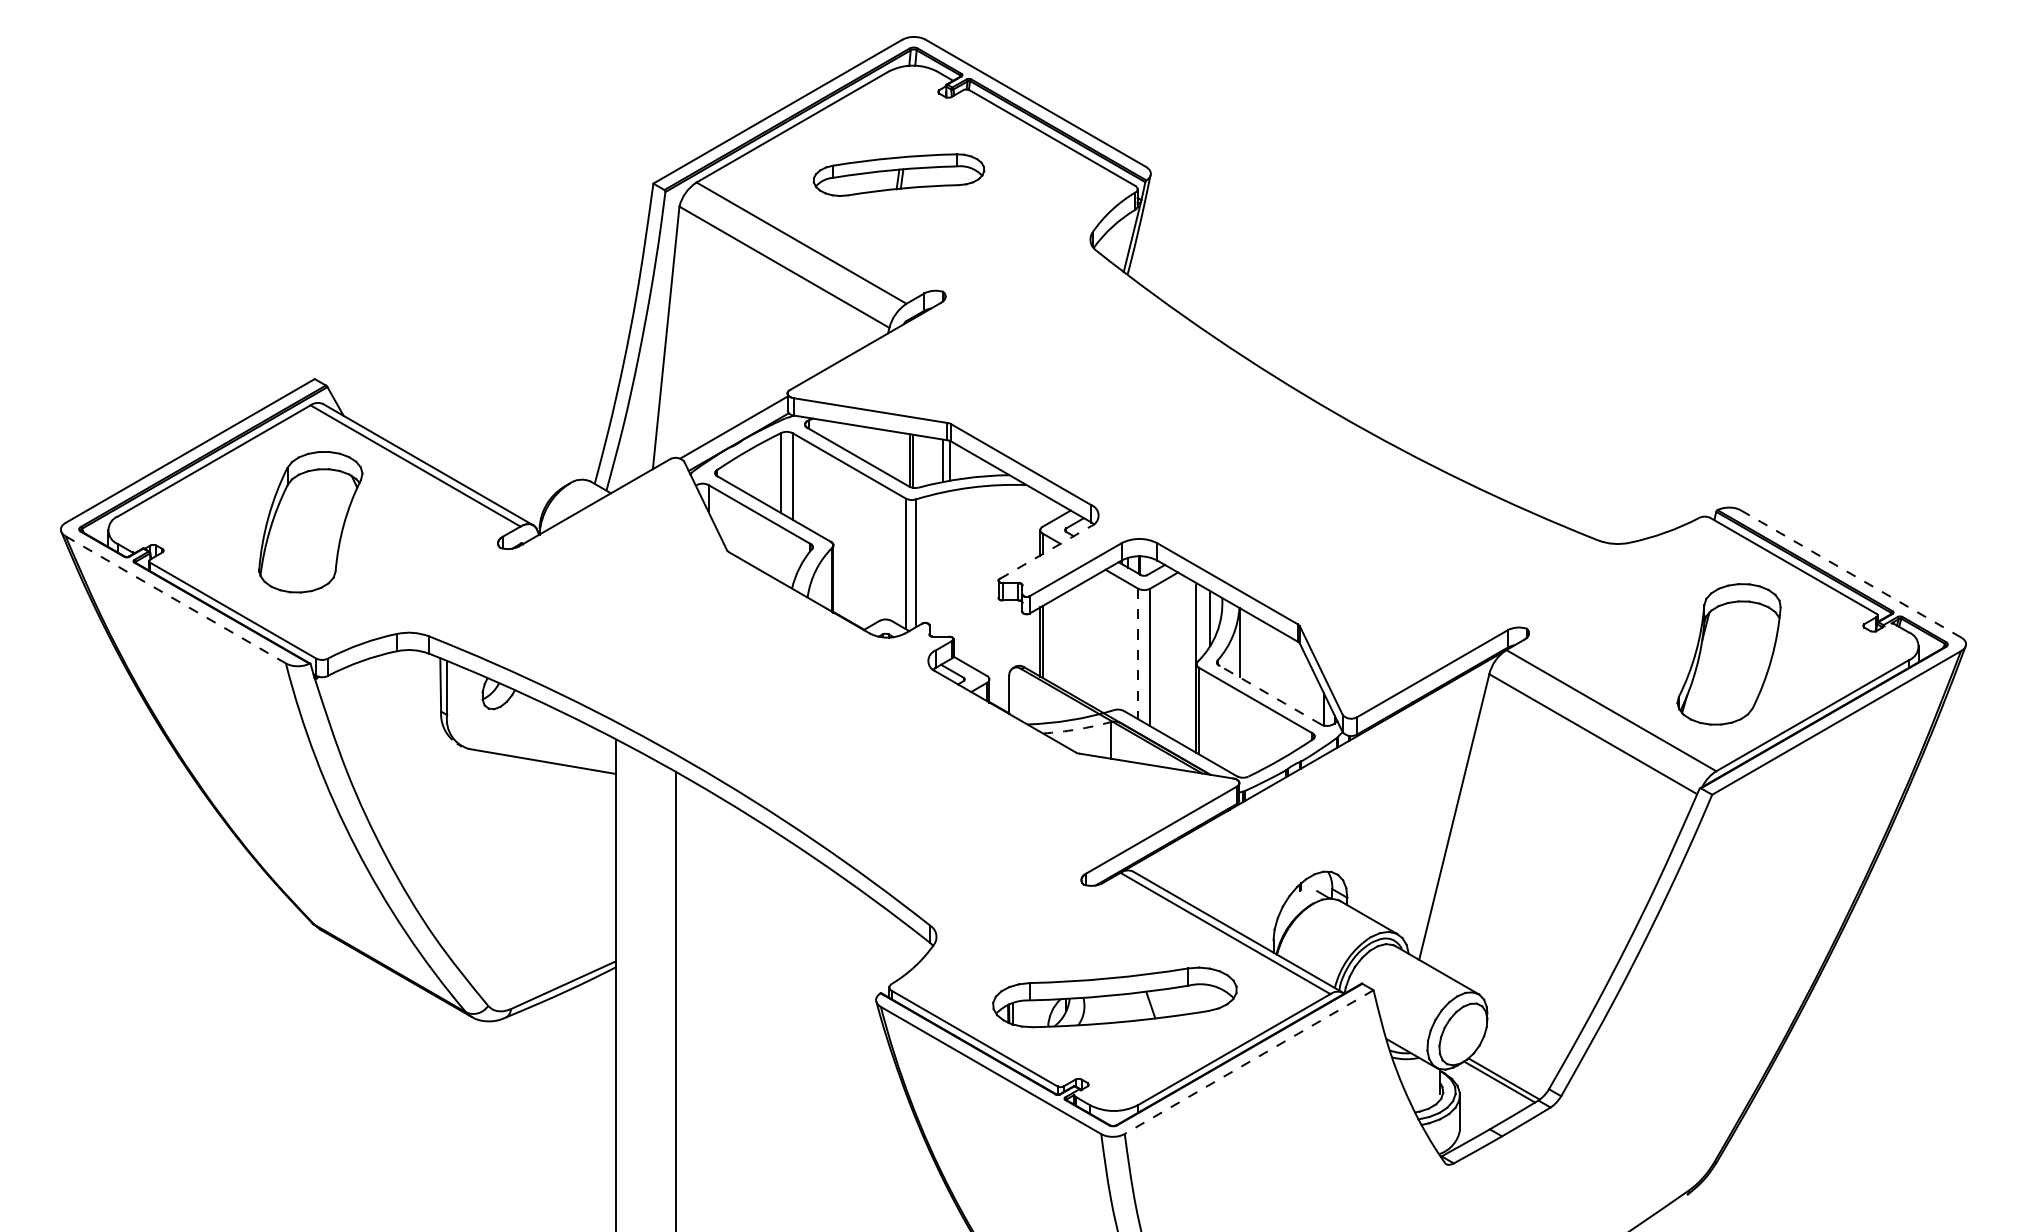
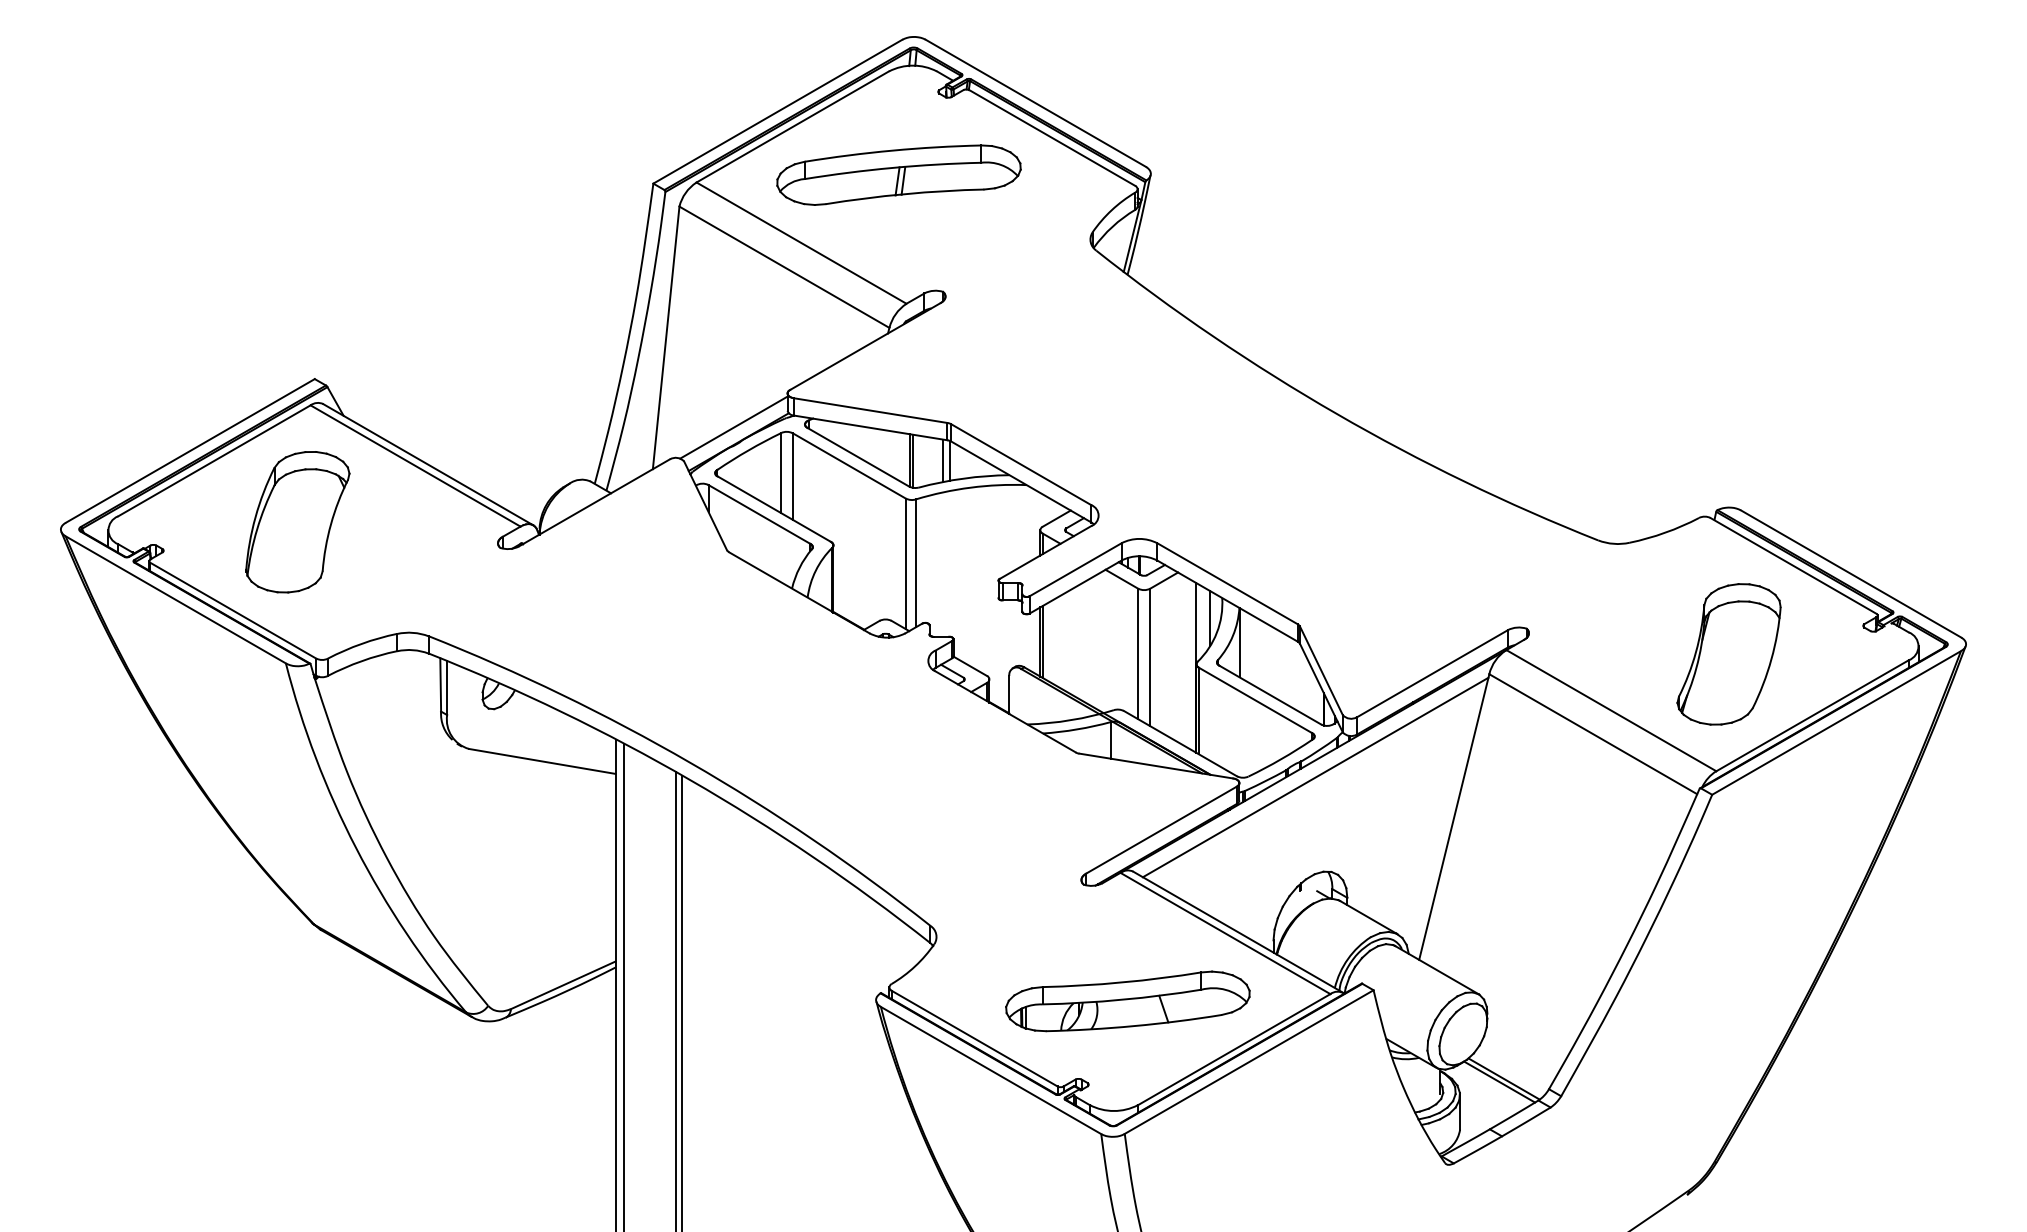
part at (898, 174) size: 174x44 px -> 246x62 px
part at (310, 522) position: (310, 522) -> (297, 522)
line at (1045, 552): dashed -> solid
line at (1850, 573): dashed -> solid
line at (176, 600): dashed -> solid
line at (1138, 654): dashed -> solid
line at (1270, 695): dashed -> solid
arc at (1077, 729): dashed -> solid
line at (1315, 777): none -> present
line at (624, 986): none -> present
part at (1114, 997) position: (1114, 997) -> (1127, 1001)
line at (682, 1001): none -> present
line at (1249, 1062): dashed -> solid
